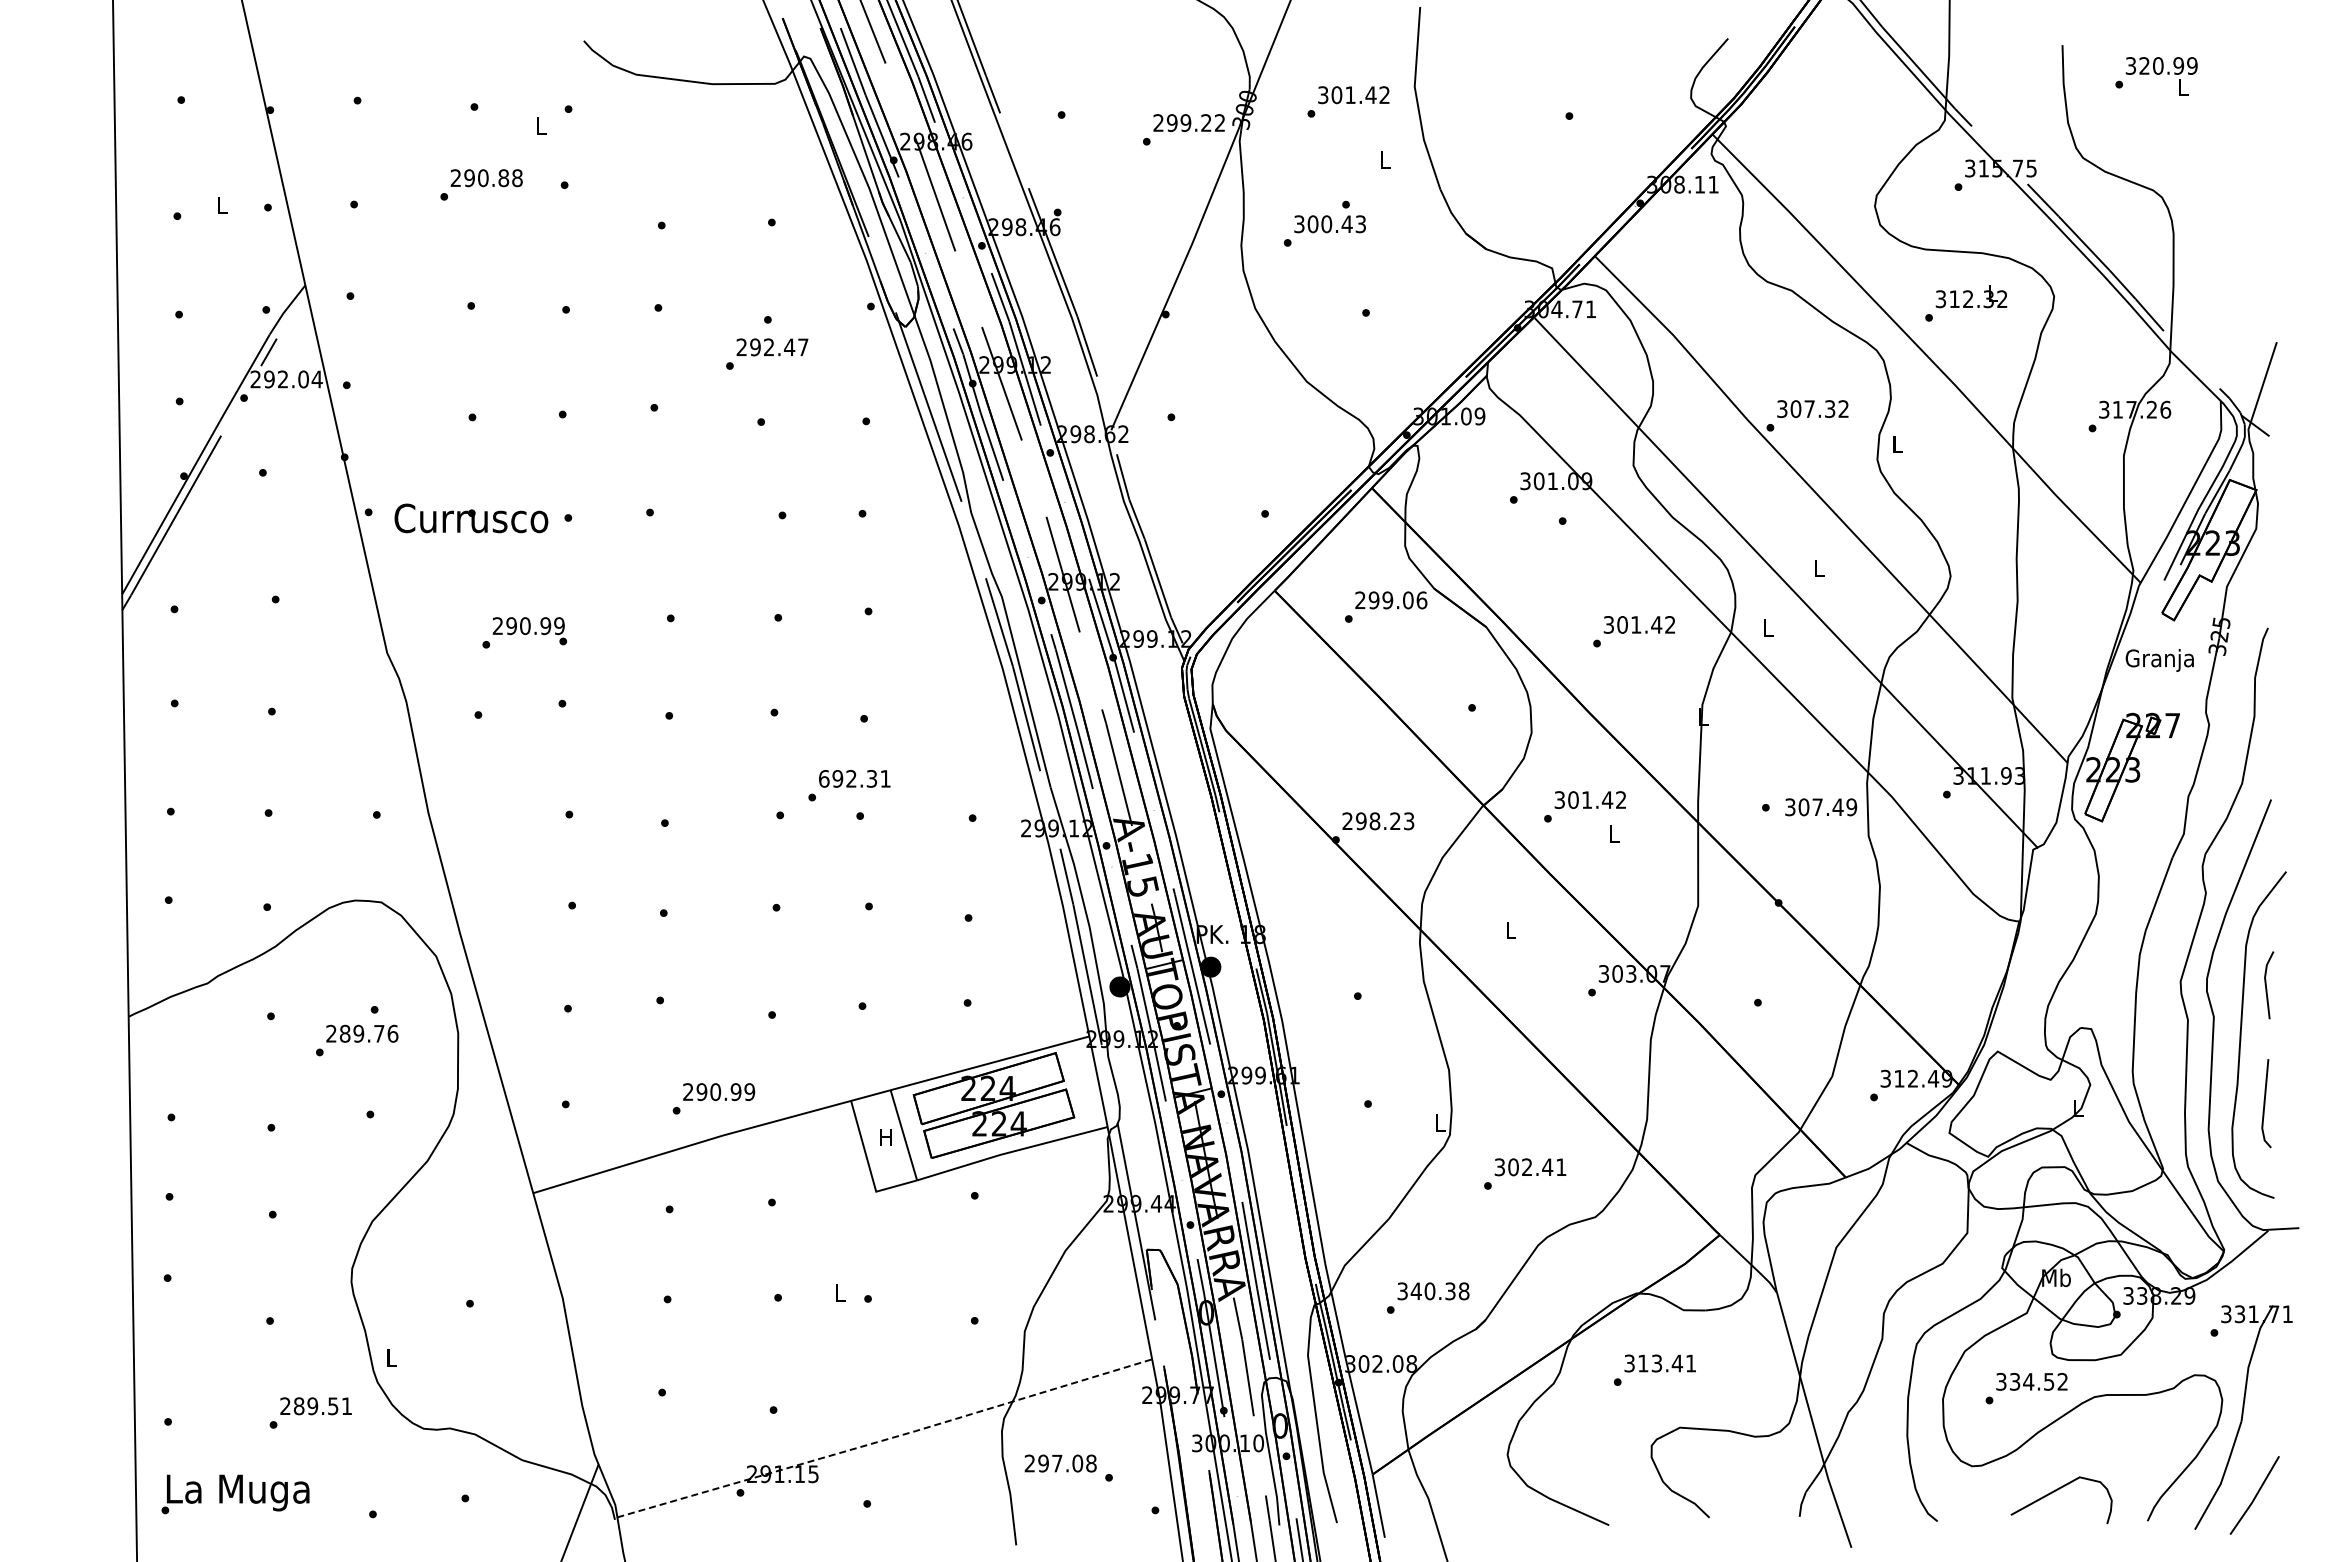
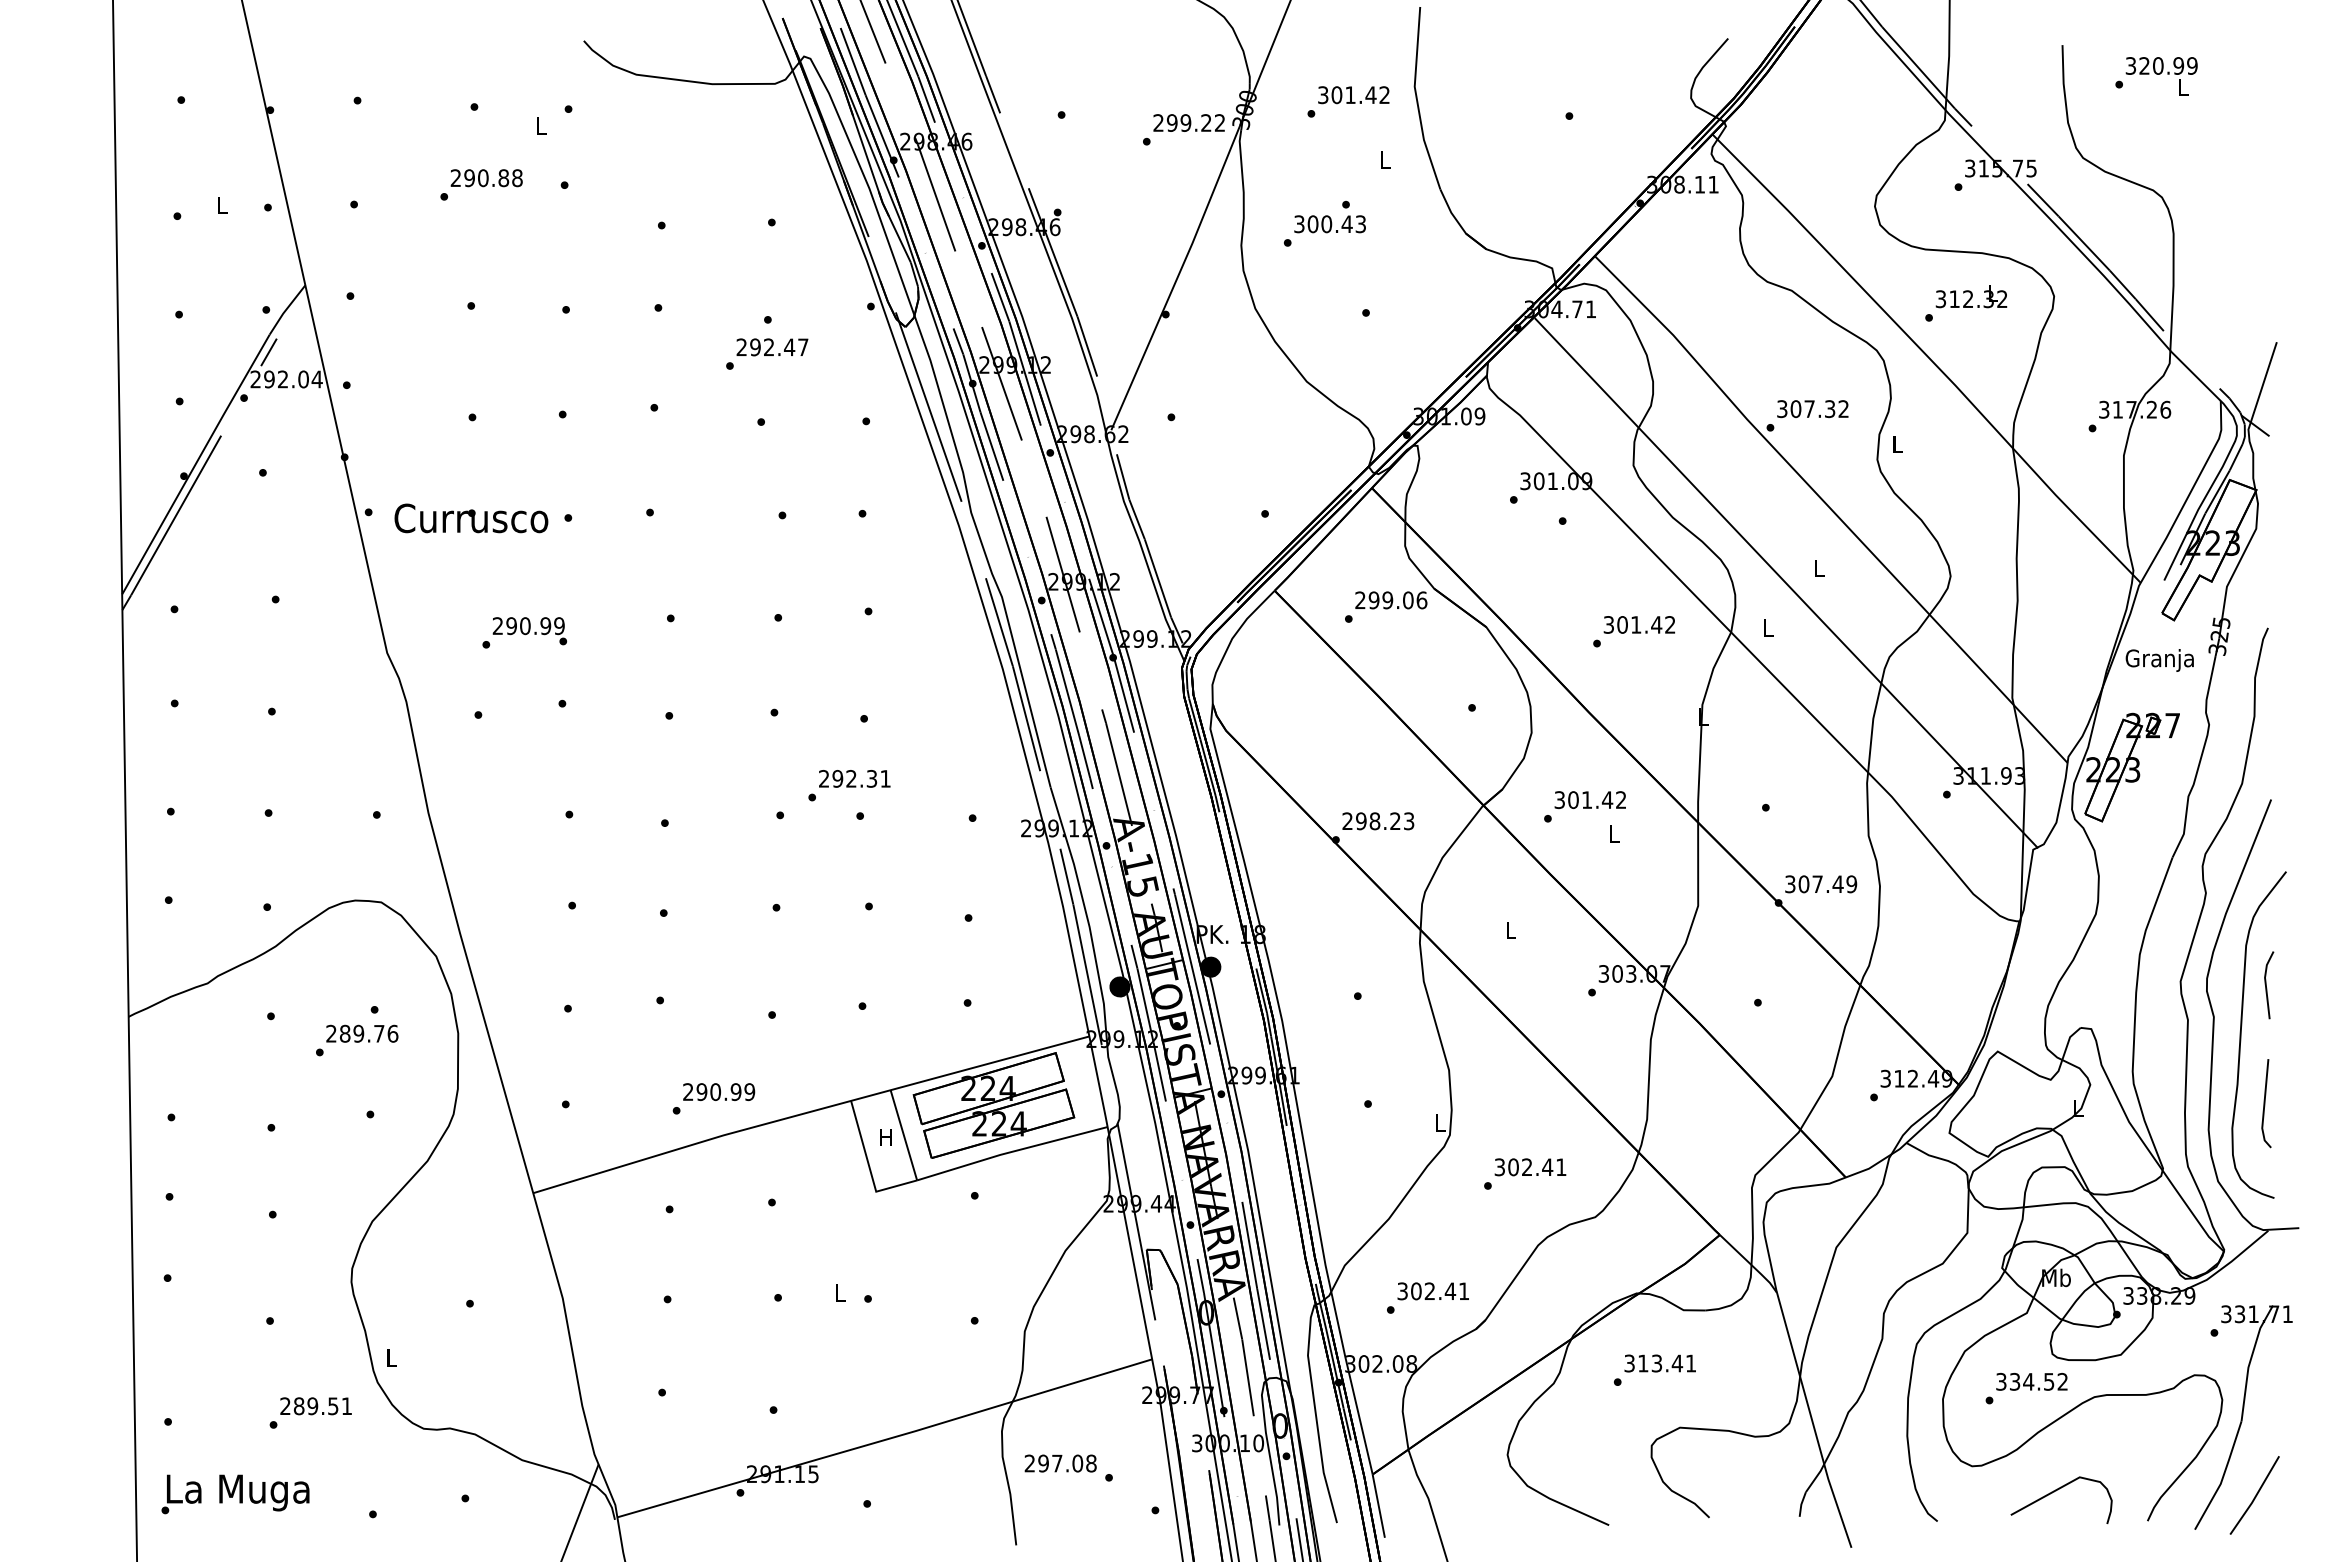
text at (824, 778): 692.31 -> 292.31
text at (1821, 807) position: (1821, 807) -> (1821, 884)
text at (1439, 1291): 340.38 -> 302.41
line at (886, 1439): dashed -> solid
